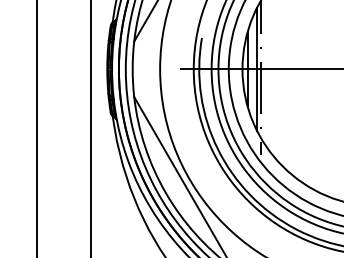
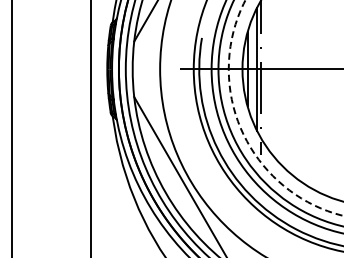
circle at (285, 108): solid -> dashed
line at (36, 128) position: (36, 128) -> (11, 128)
